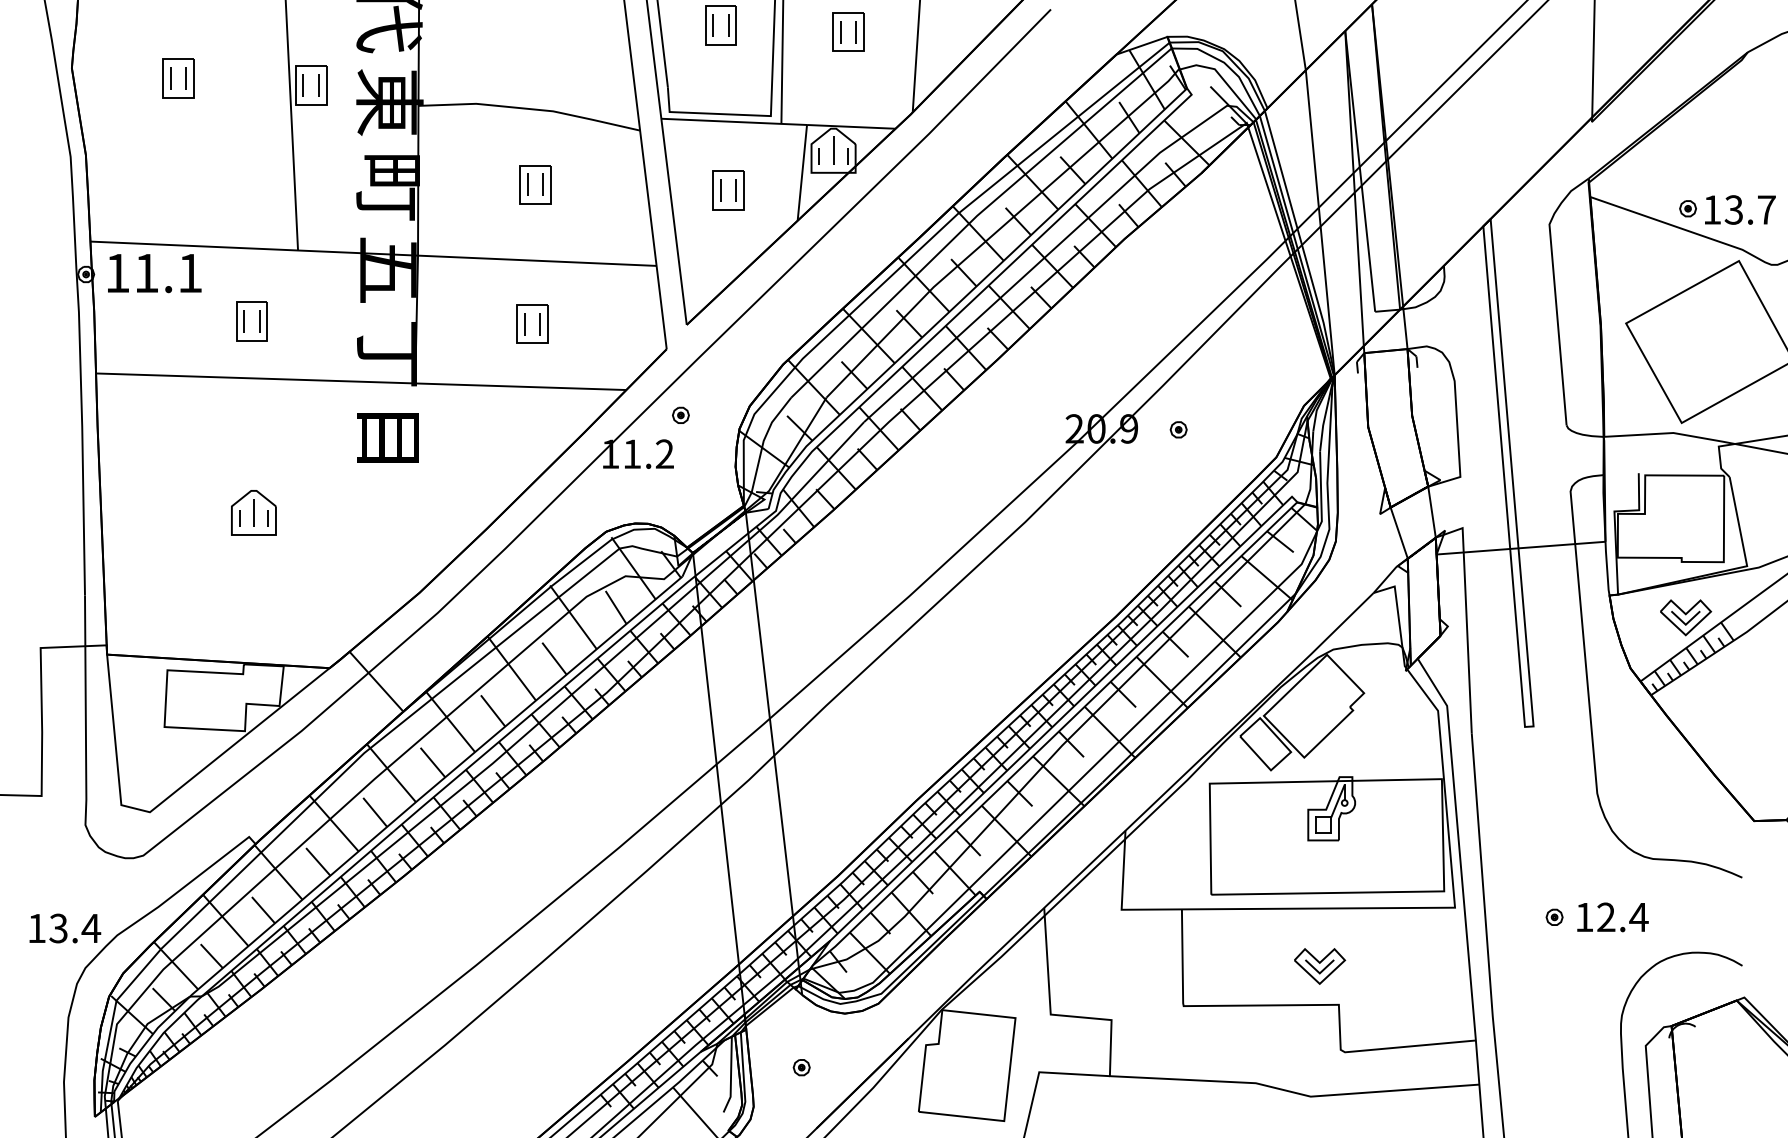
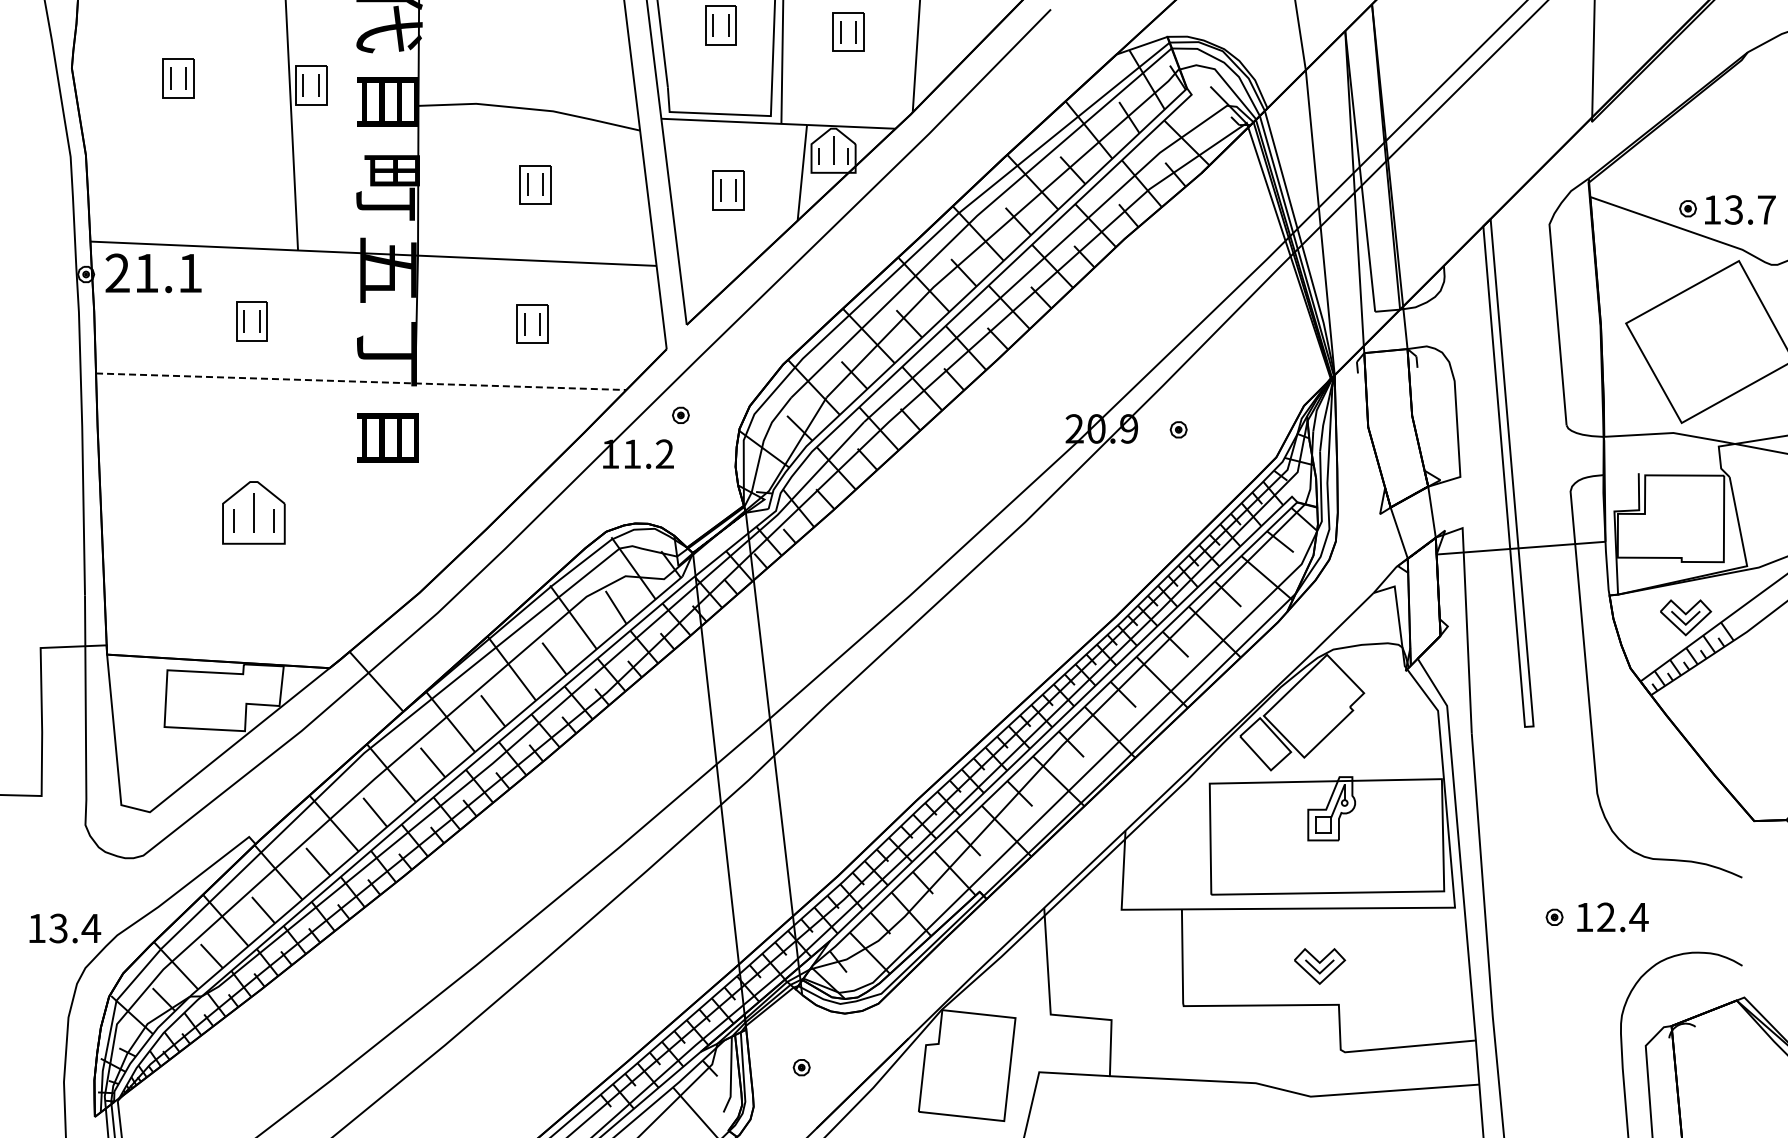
text at (389, 102): 東 -> 目
text at (117, 272): 11.1 -> 21.1
line at (362, 381): solid -> dashed
part at (253, 512) size: 46x46 px -> 64x64 px
